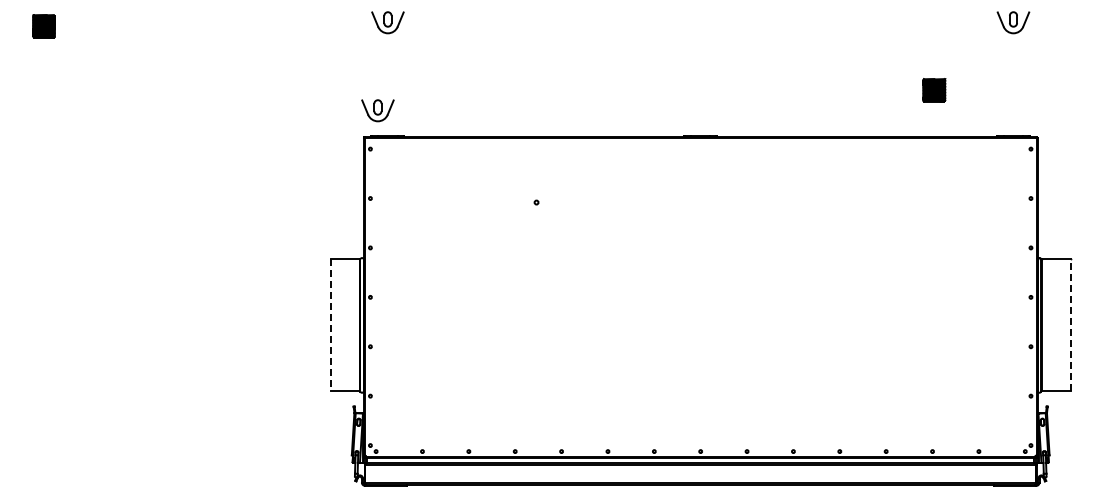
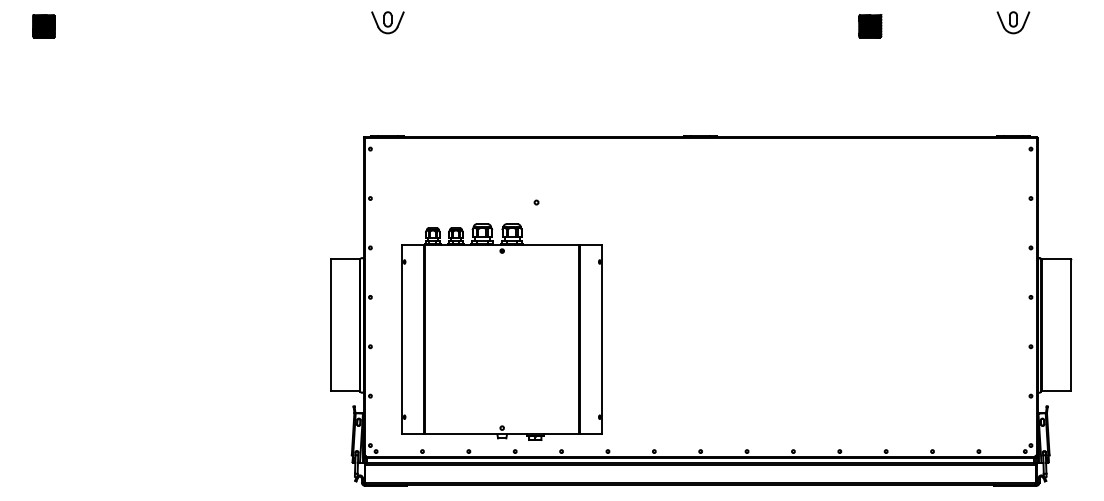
part at (934, 90) position: (934, 90) -> (870, 26)
part at (377, 110): present -> none
line at (1070, 324): dashed -> solid
line at (330, 325): dashed -> solid
part at (501, 331): none -> present
